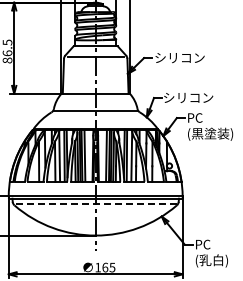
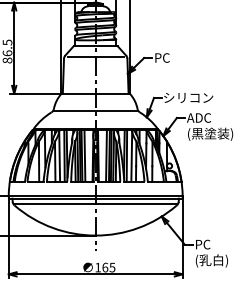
text at (179, 58): シリコン -> PC
text at (199, 117): PC -> ADC
line at (95, 203): dashed -> solid
